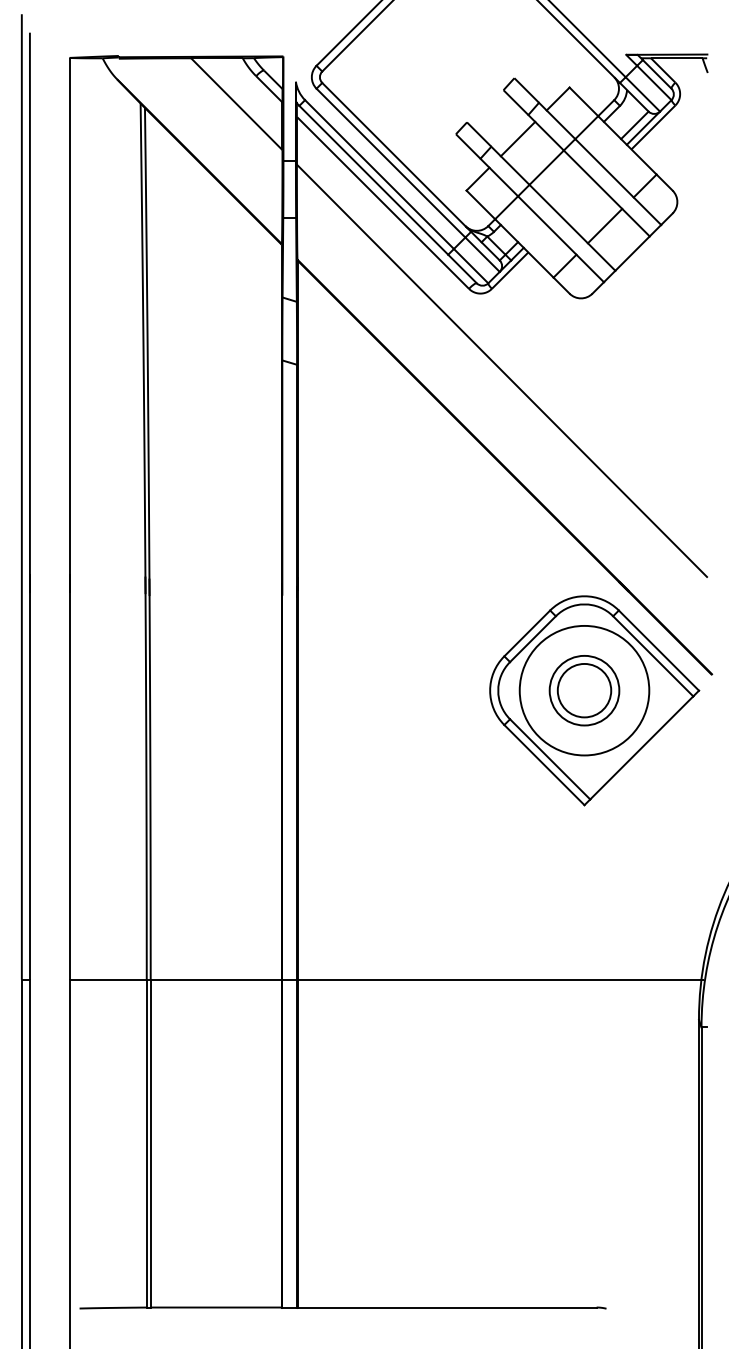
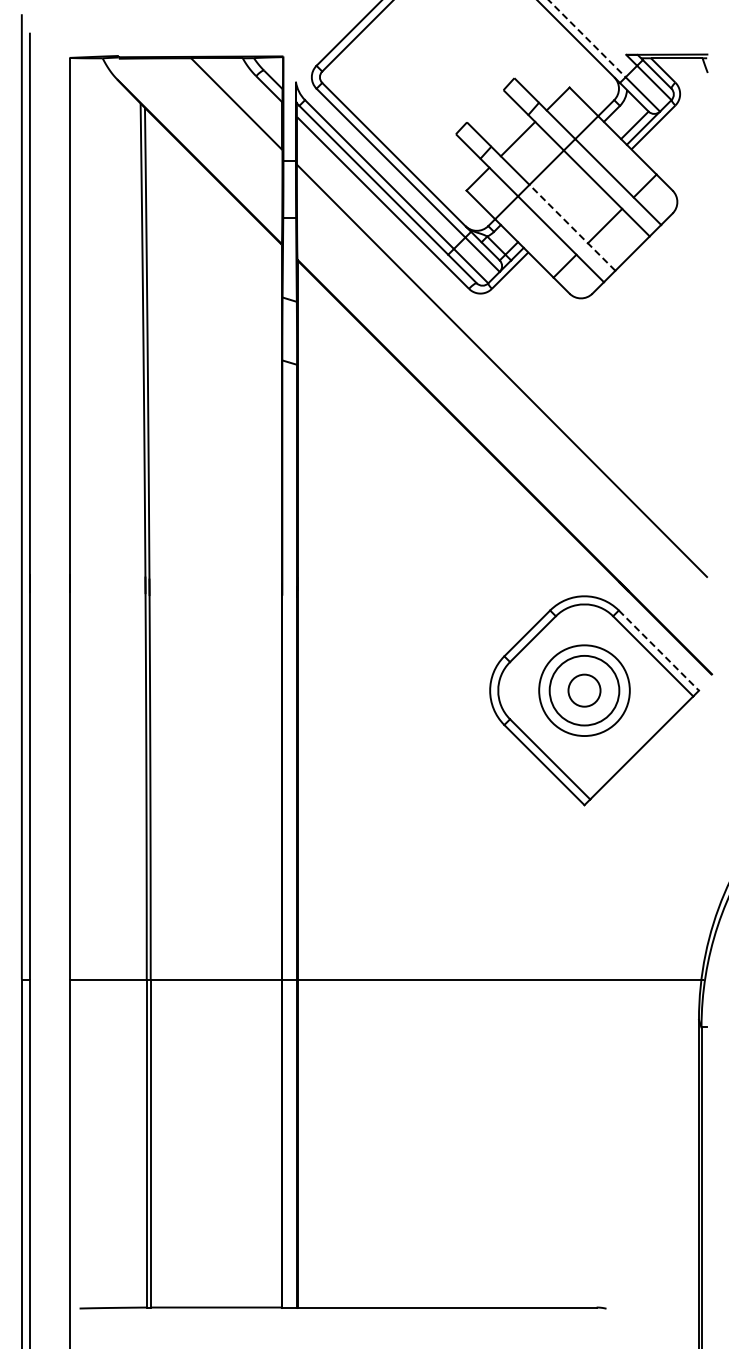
line at (587, 39): solid -> dashed
line at (572, 227): solid -> dashed
line at (658, 650): solid -> dashed
circle at (584, 690) diameter: 130 px -> 91 px
circle at (584, 690) diameter: 53 px -> 32 px
